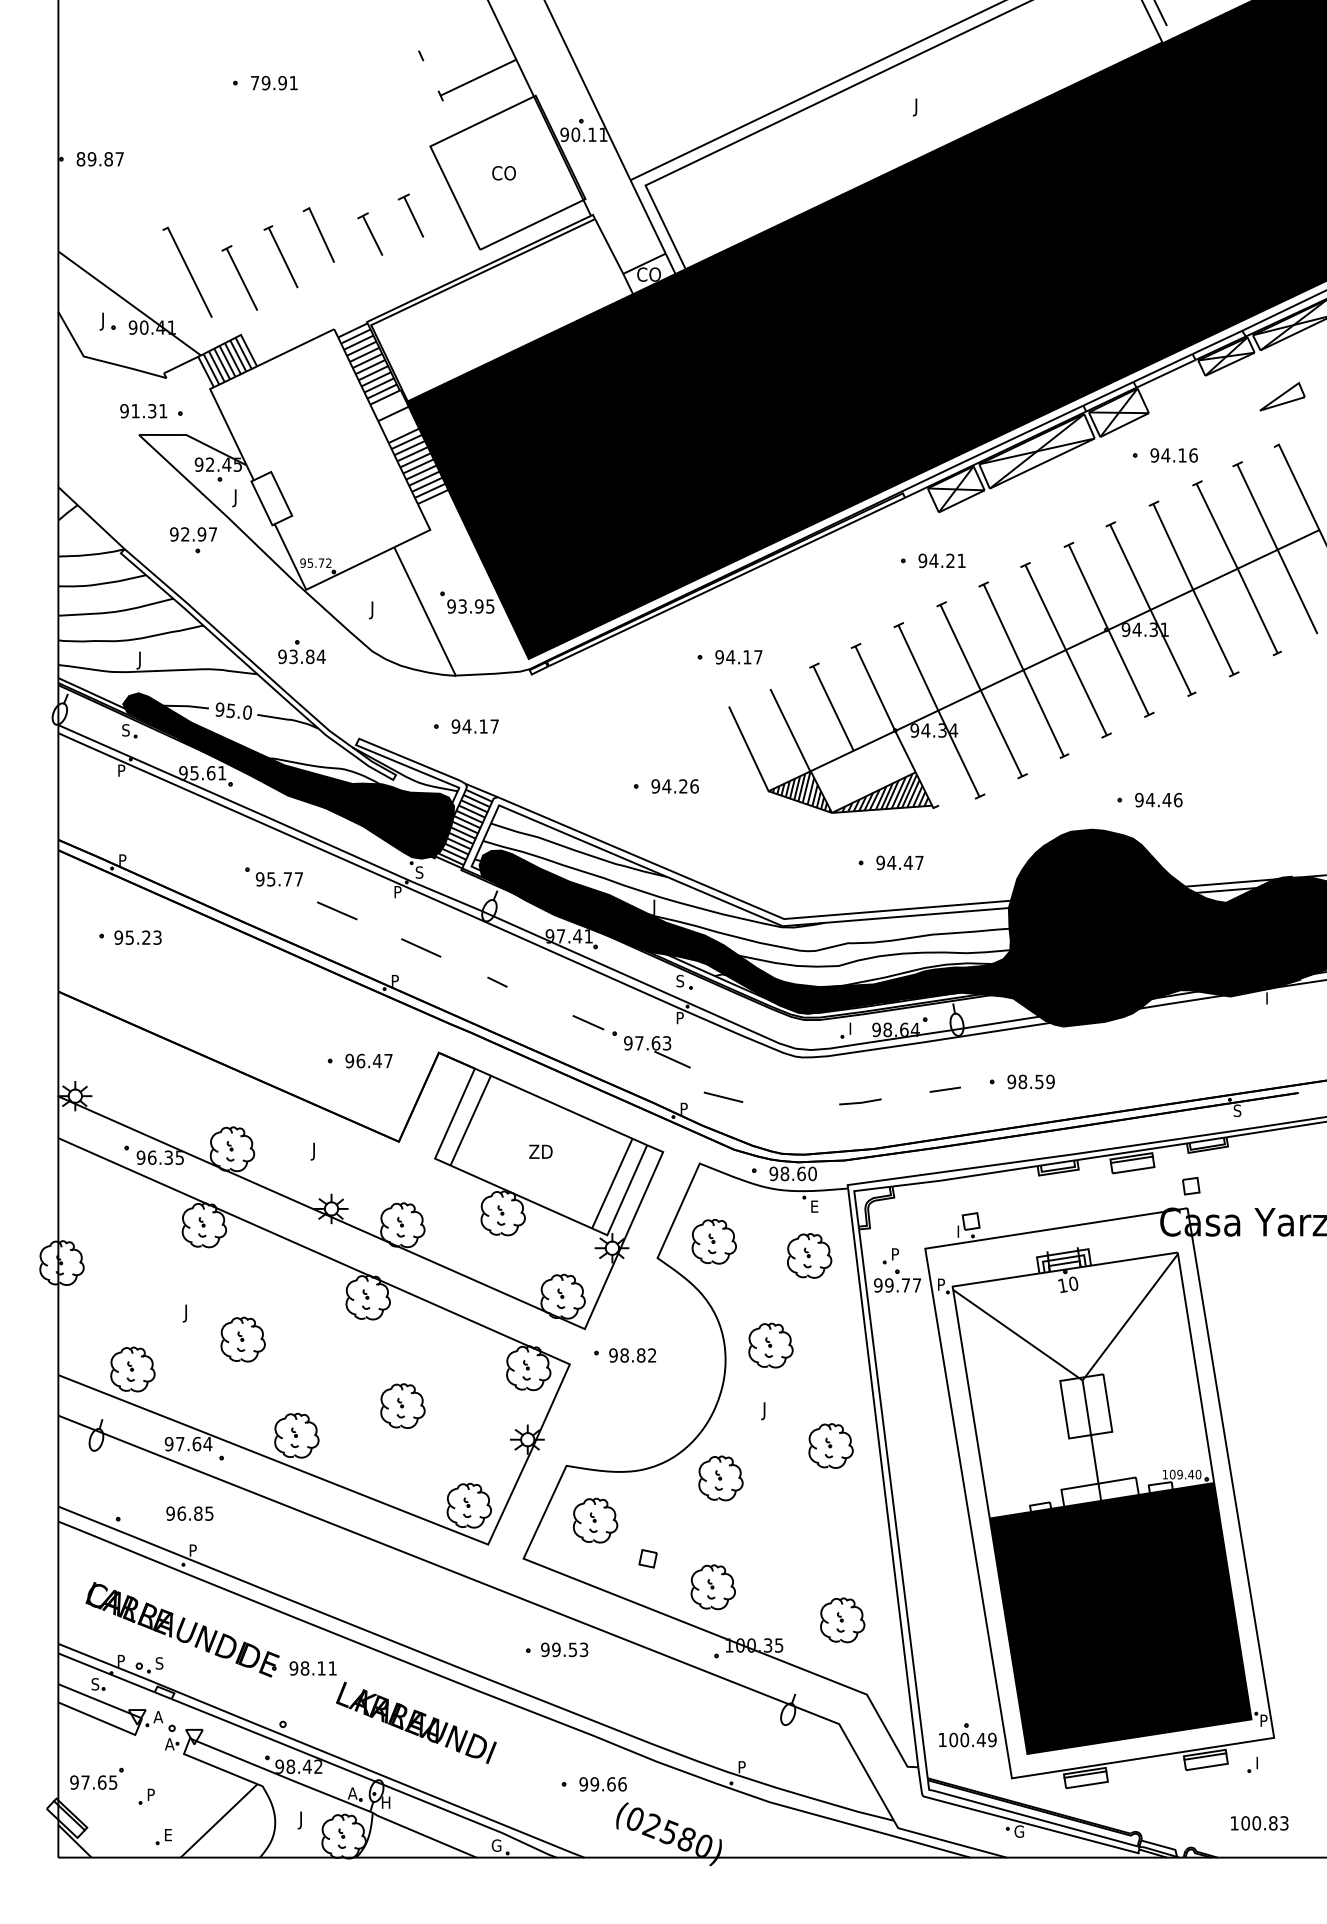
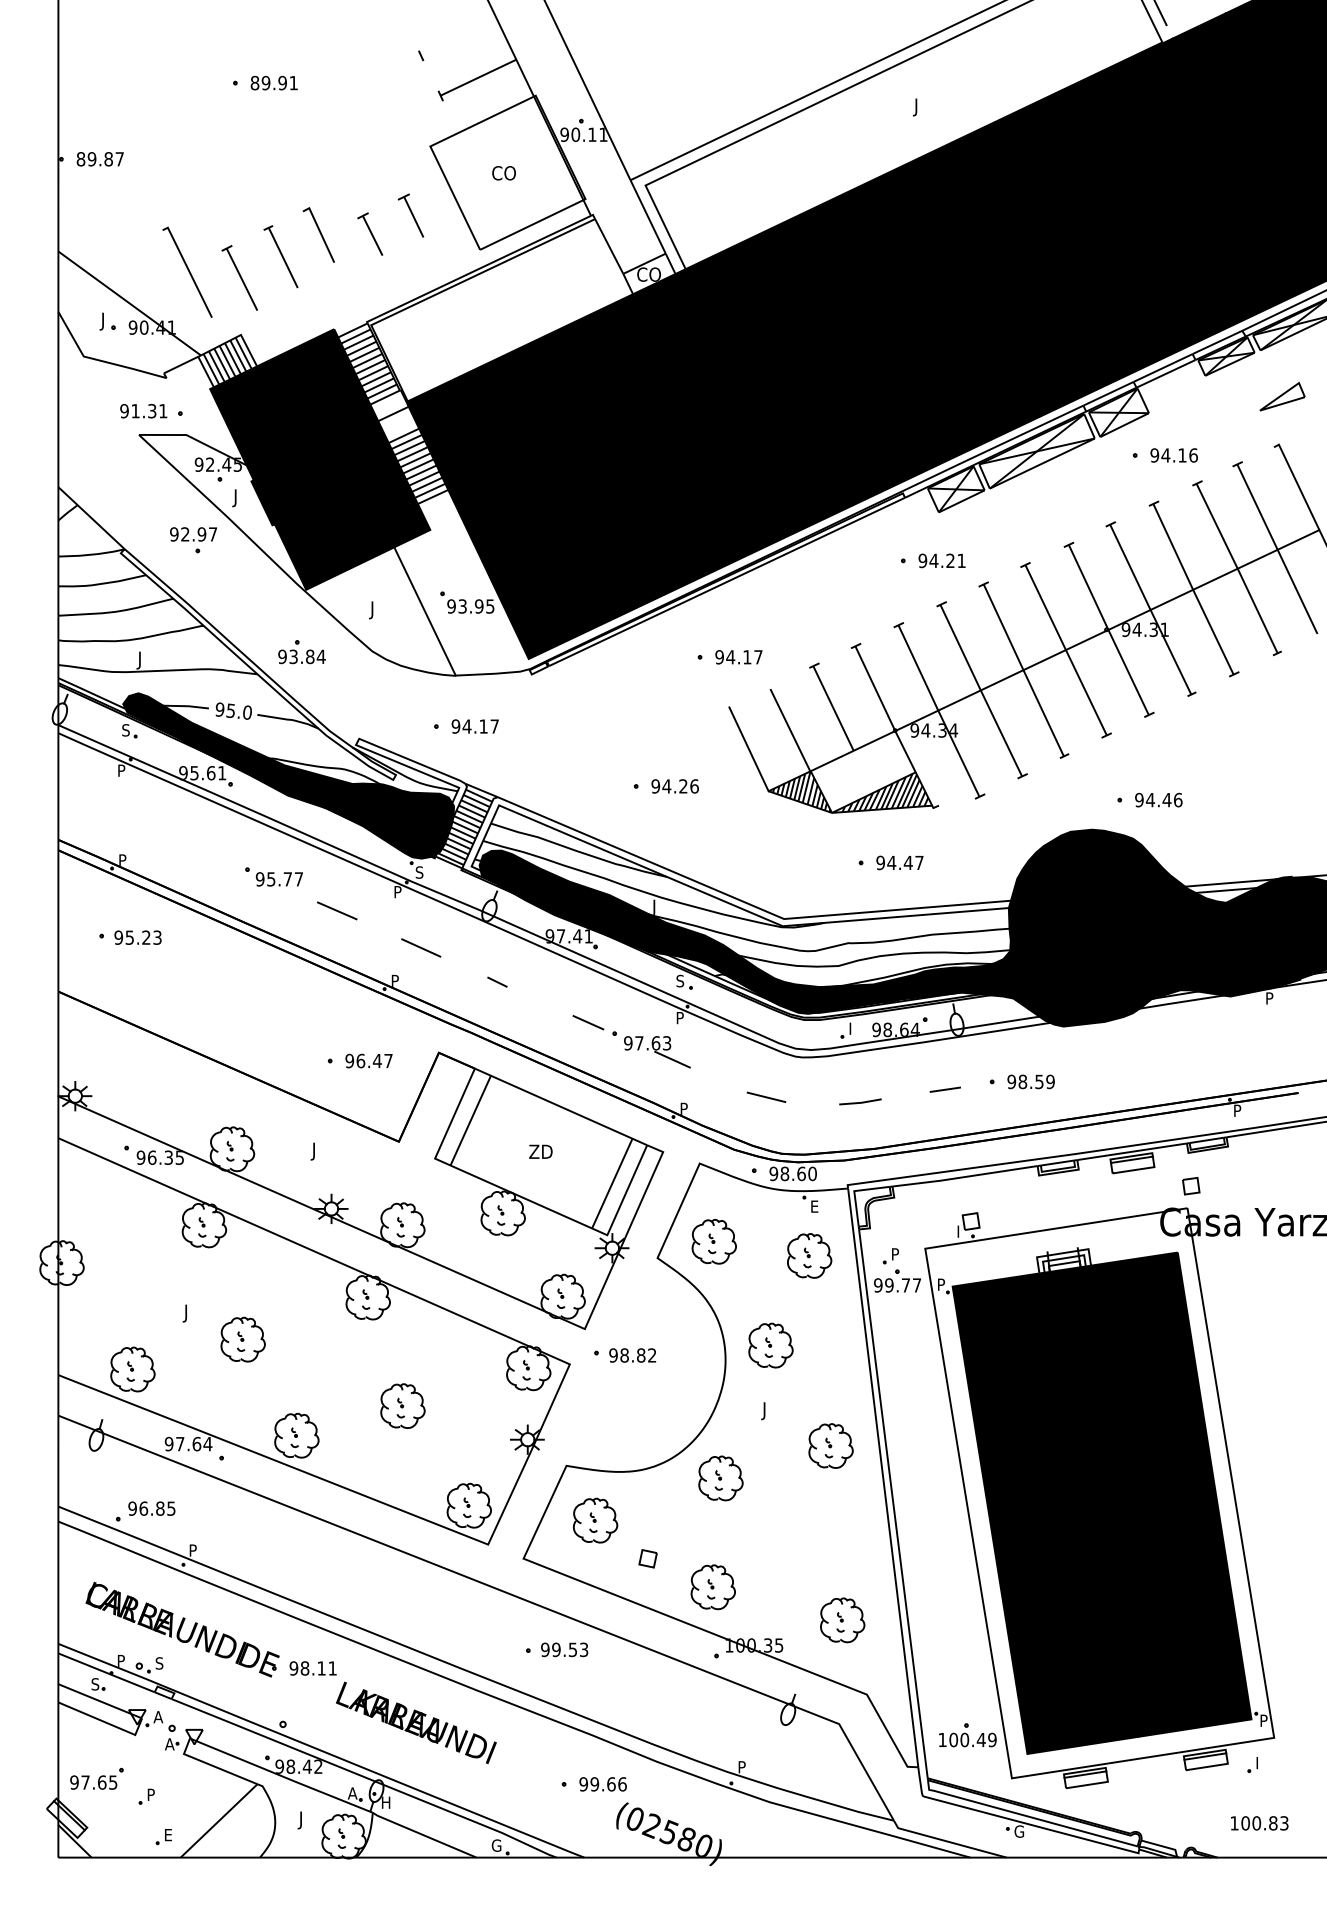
text at (254, 82): 79.91 -> 89.91
fill at (320, 459): none -> present
text at (1270, 995): I -> P
line at (723, 1096) position: (723, 1096) -> (766, 1096)
text at (1237, 1110): S -> P
fill at (1083, 1385): none -> present
text at (189, 1513) position: (189, 1513) -> (151, 1508)
